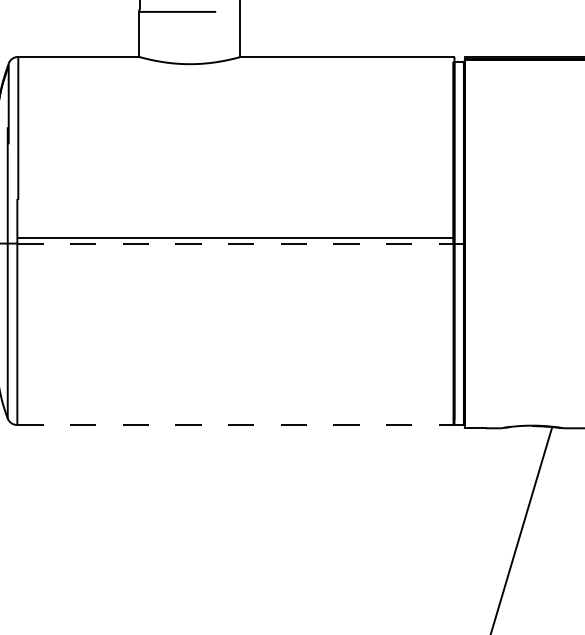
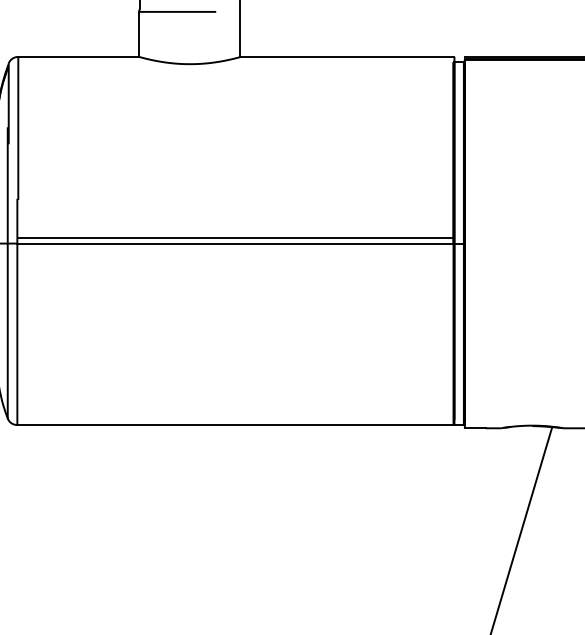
line at (241, 243): dashed -> solid
line at (235, 425): dashed -> solid
